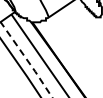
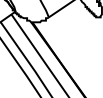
line at (27, 60): dashed -> solid
